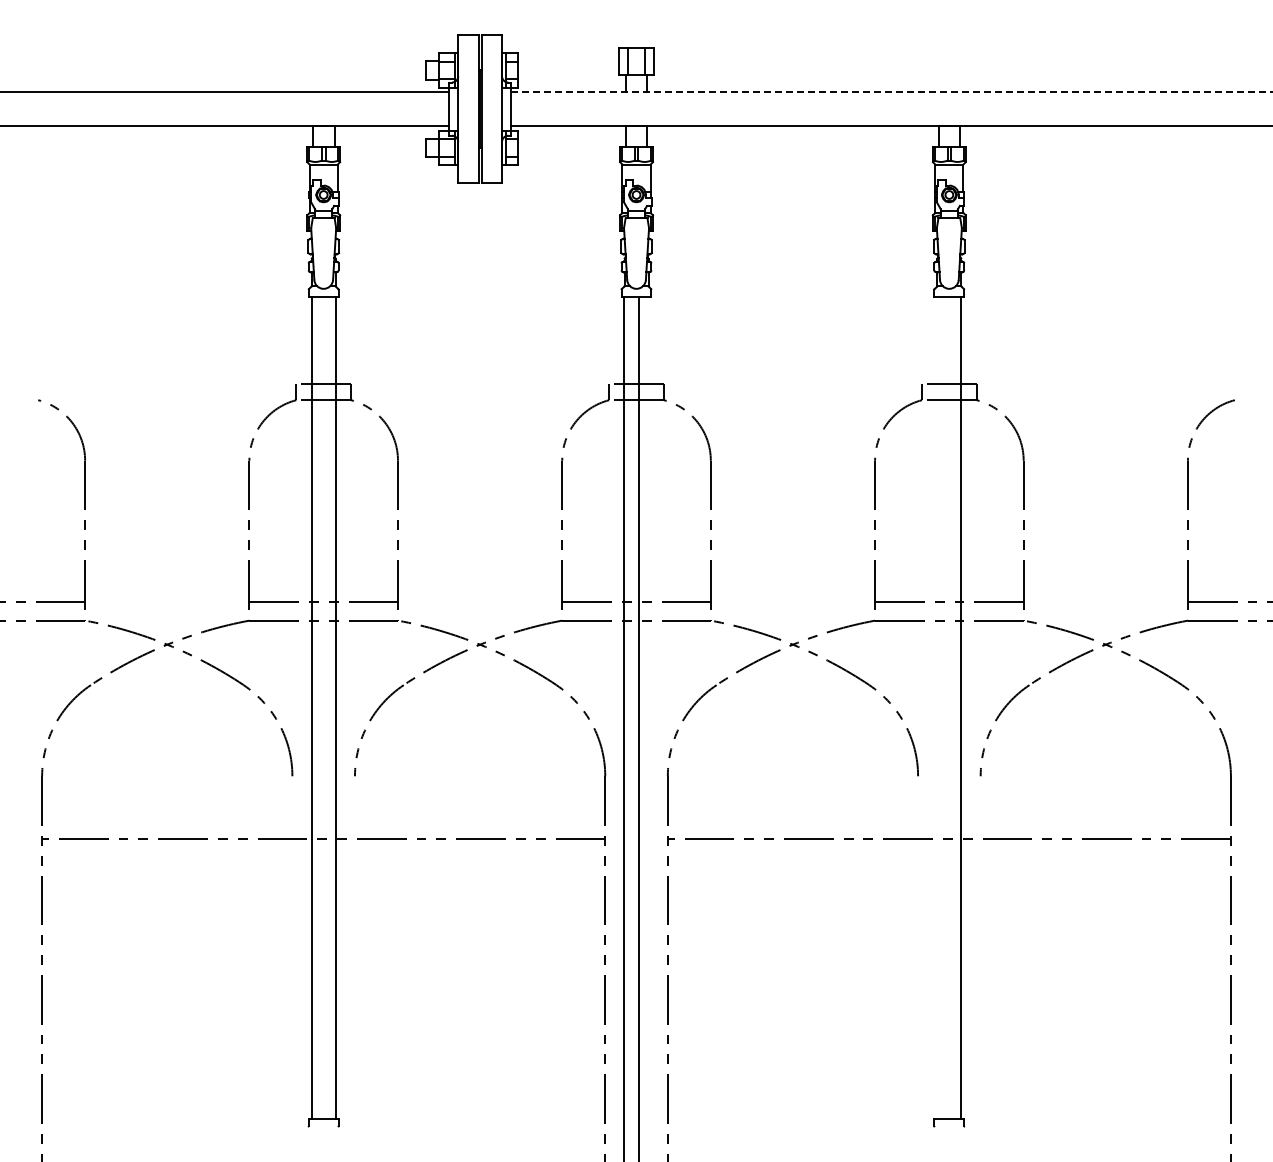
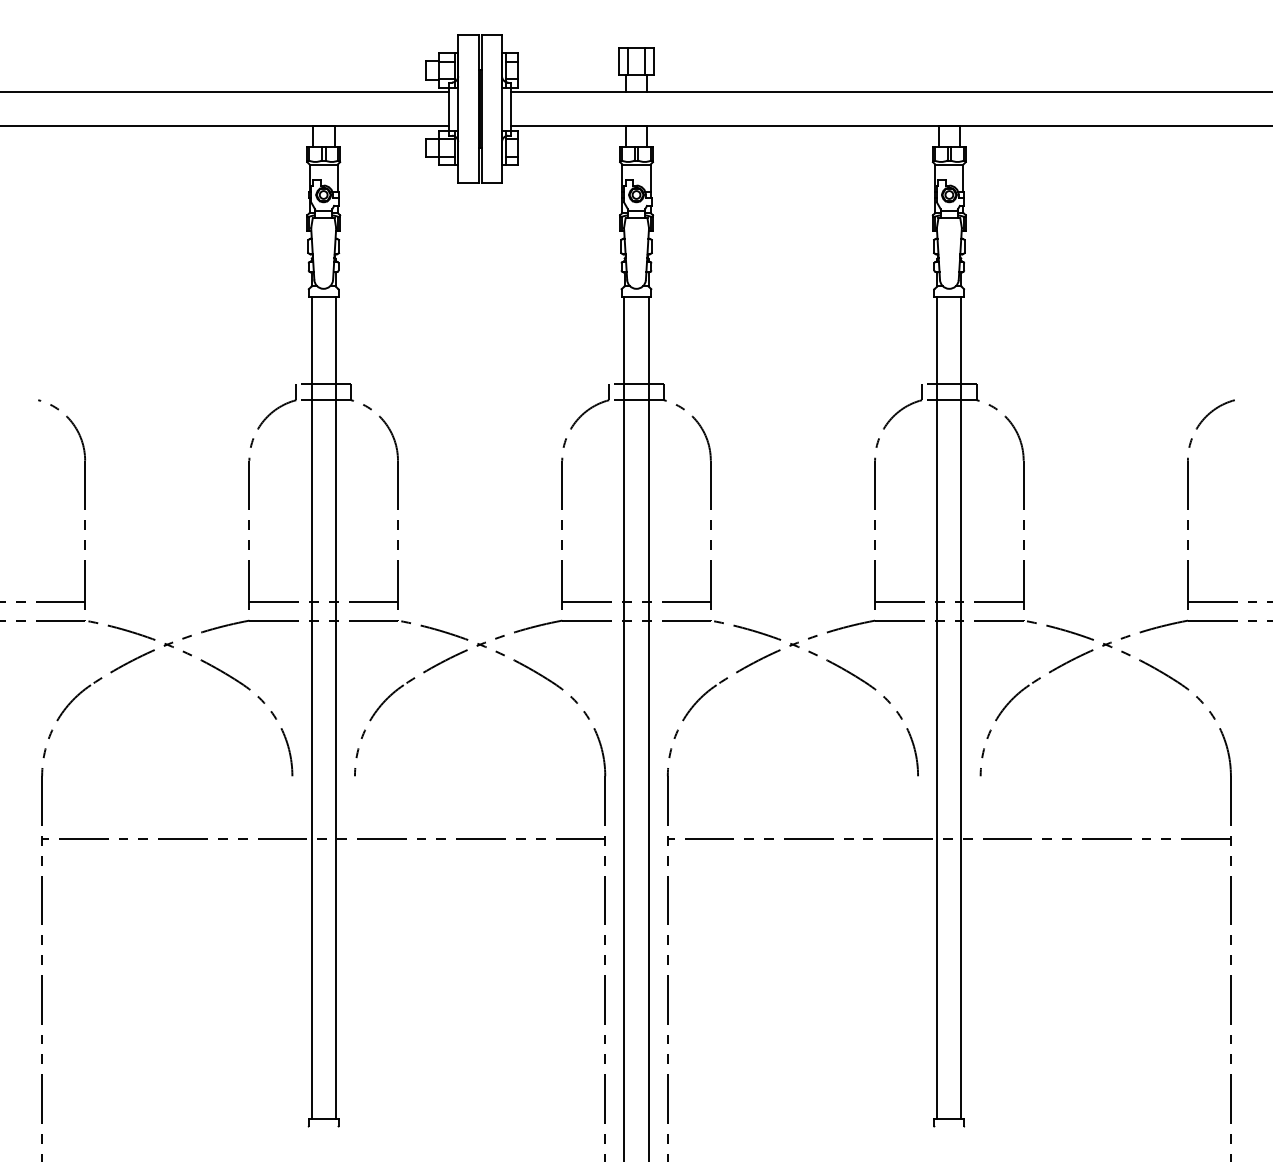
line at (892, 92): dashed -> solid
line at (937, 707): none -> present
line at (638, 727) position: (638, 727) -> (648, 727)
